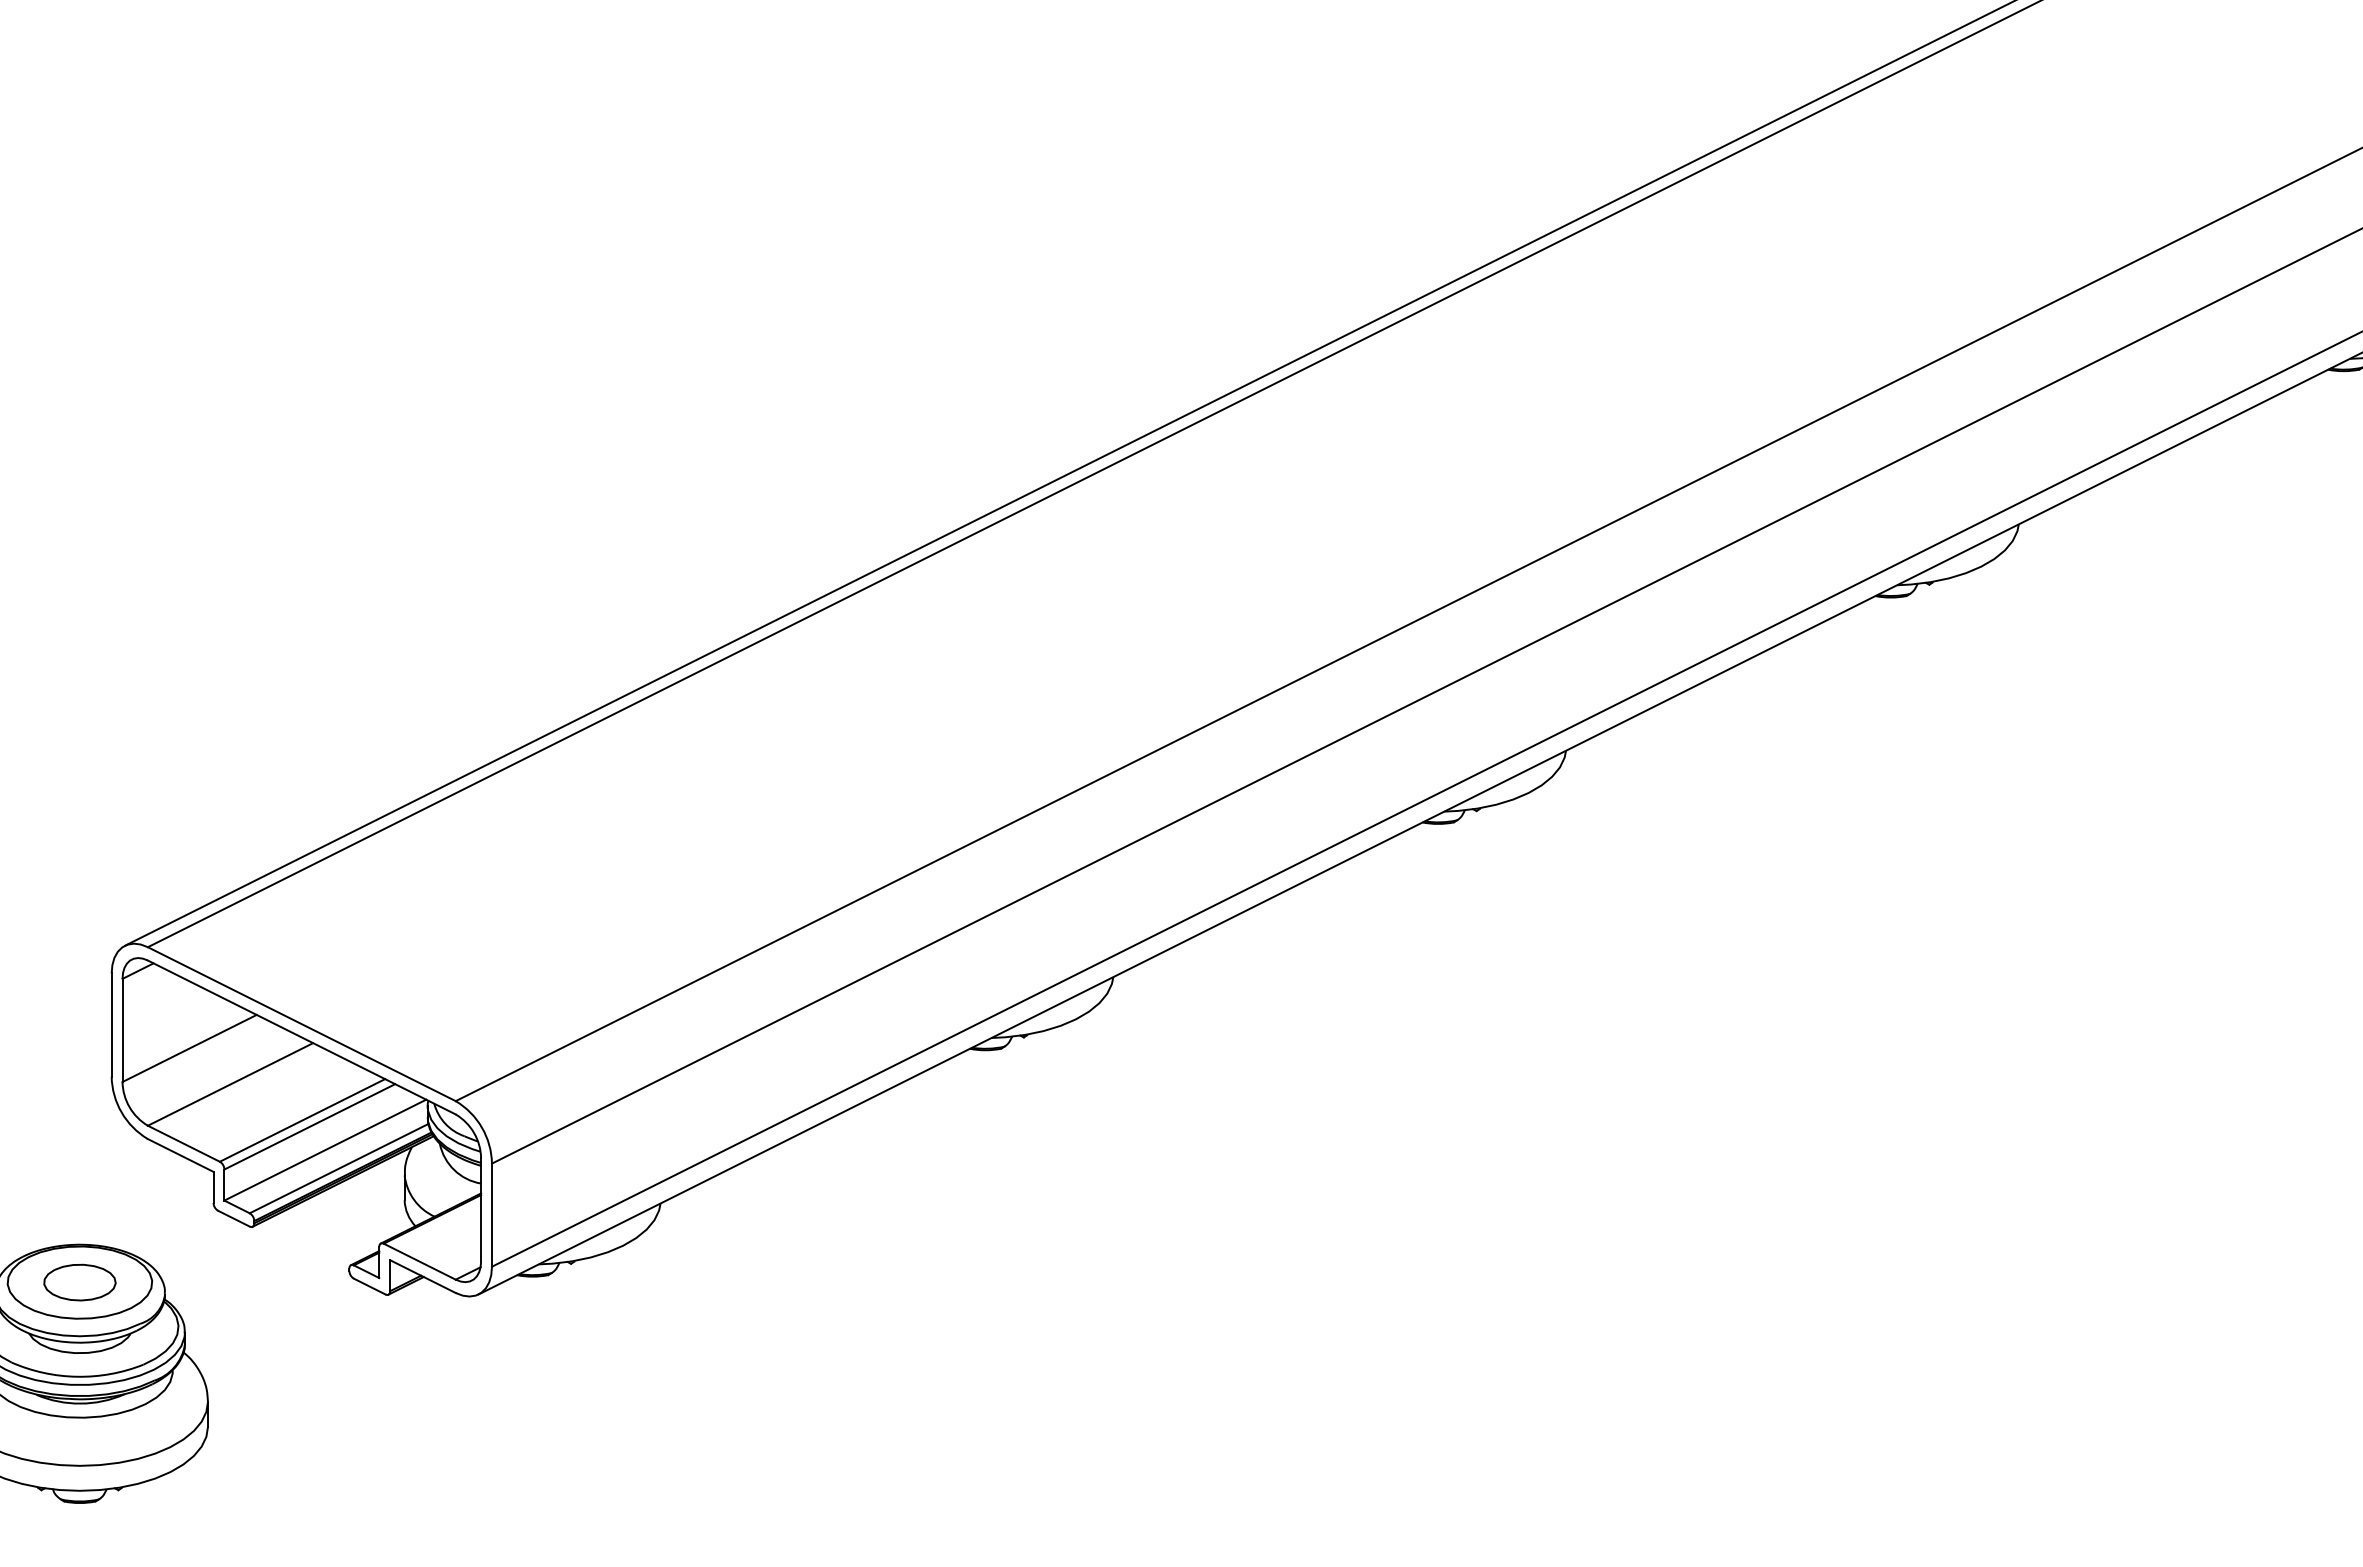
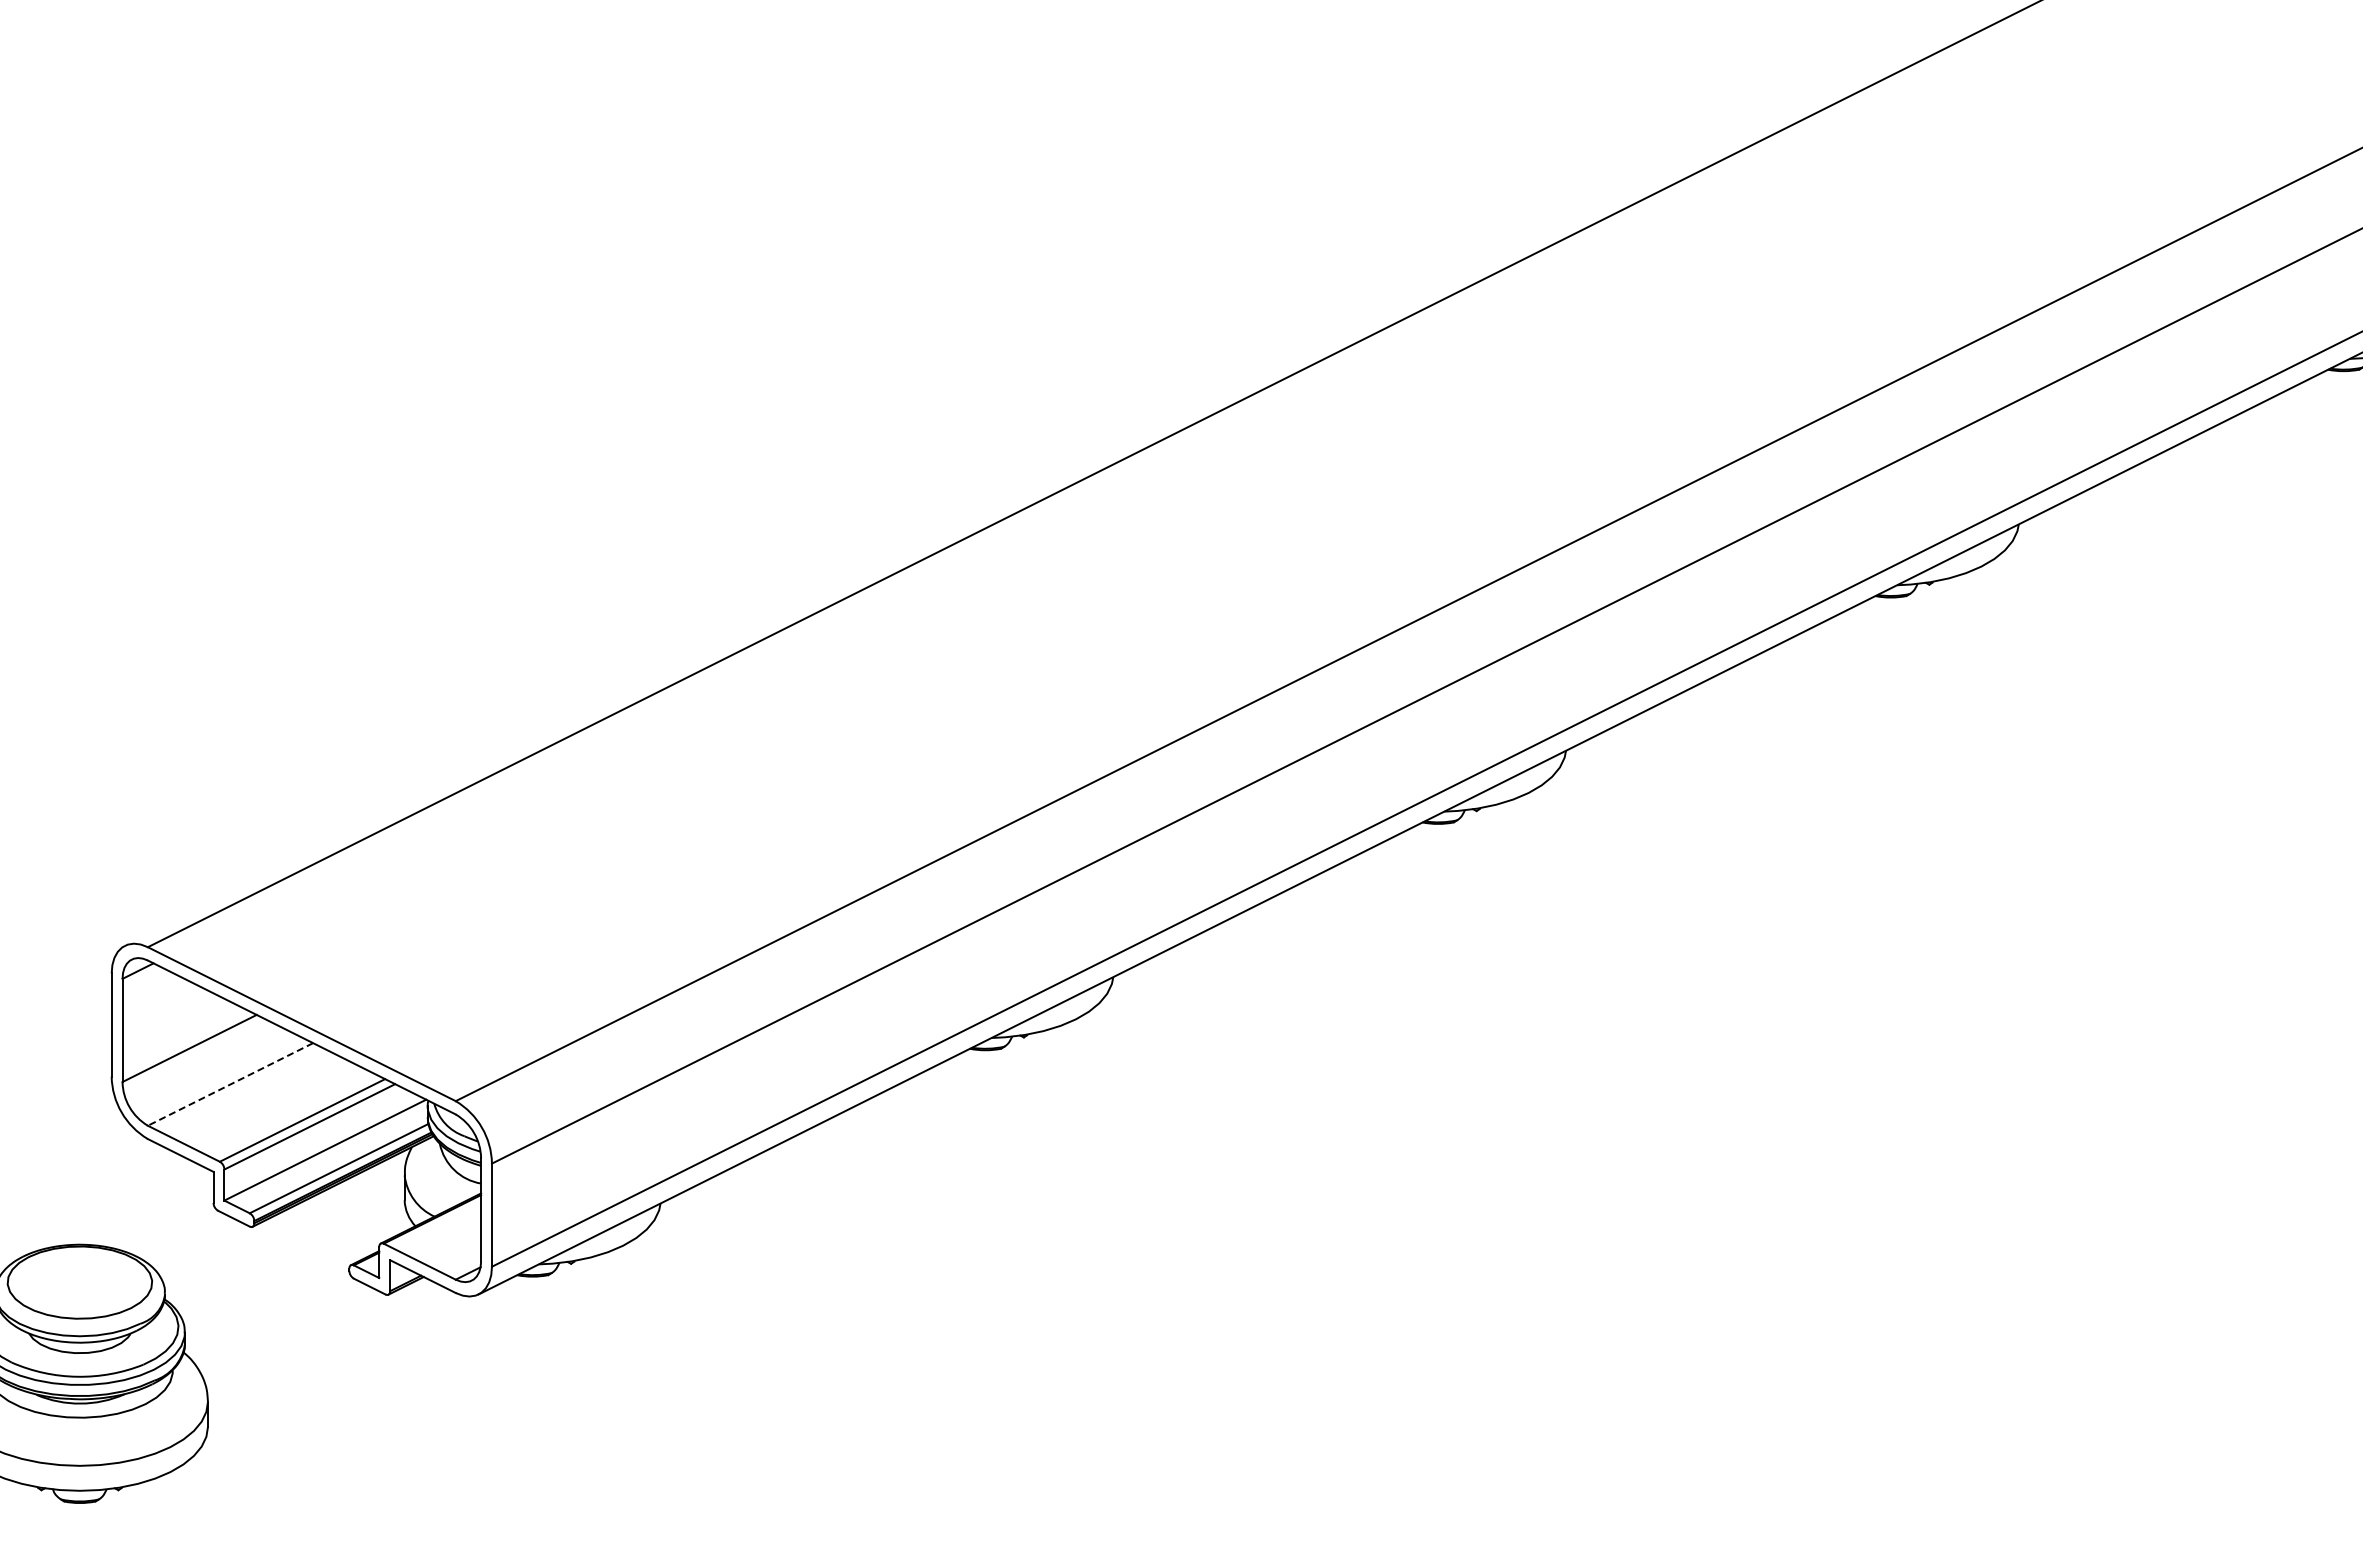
line at (1068, 473): present -> none
line at (230, 1084): solid -> dashed
part at (79, 1282): present -> none
